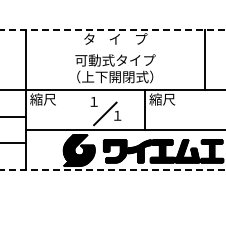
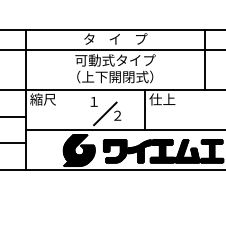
line at (113, 30): dashed -> solid
line at (112, 50): none -> present
text at (162, 99): 縮尺 -> 仕上
text at (117, 114): １ -> ２
line at (113, 169): dashed -> solid
